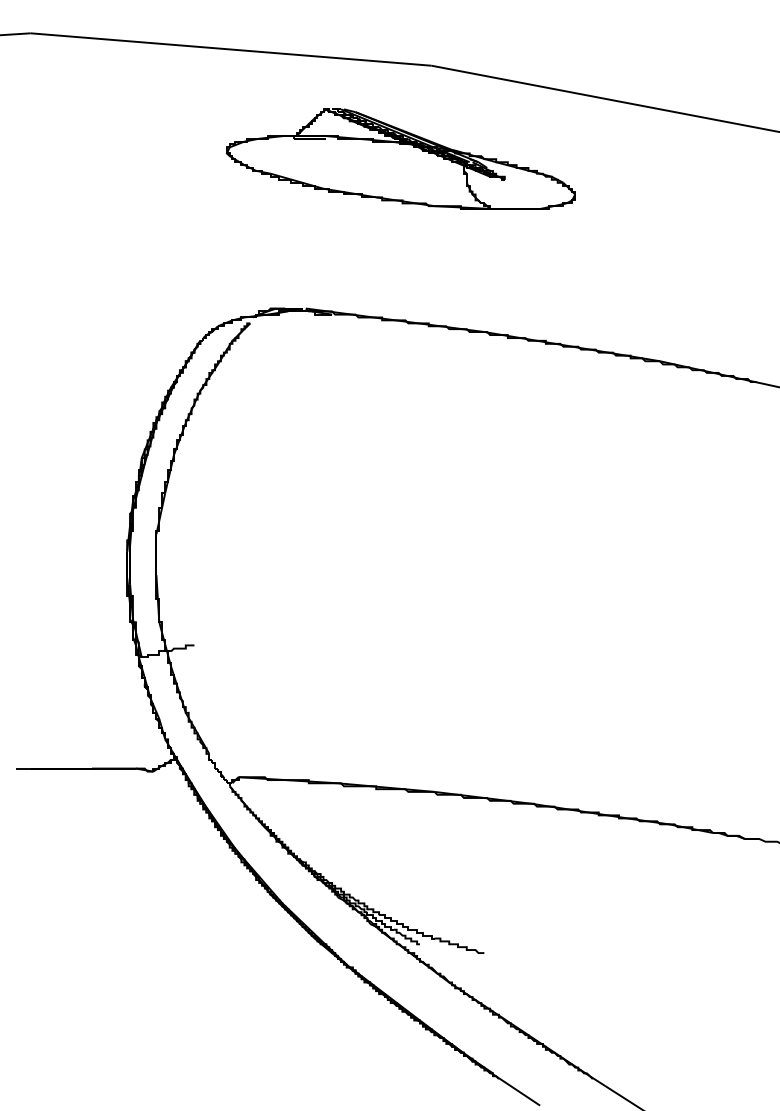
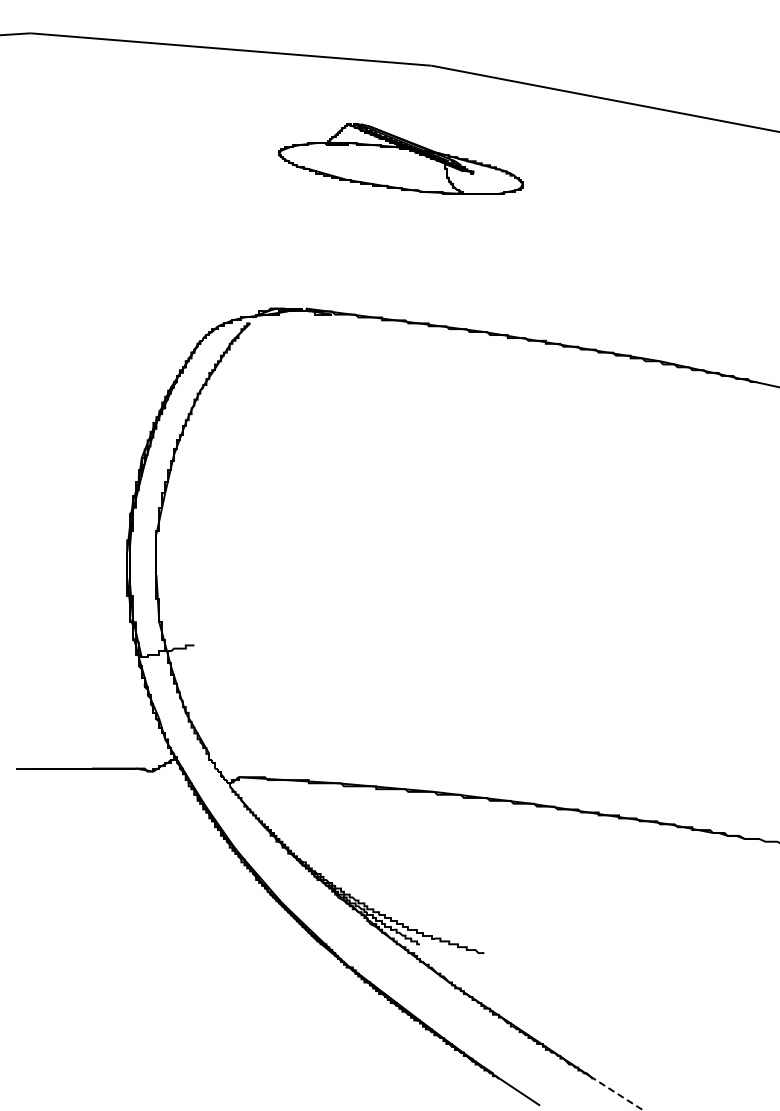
part at (400, 158) size: 351x102 px -> 246x72 px
line at (616, 1093): solid -> dashed
